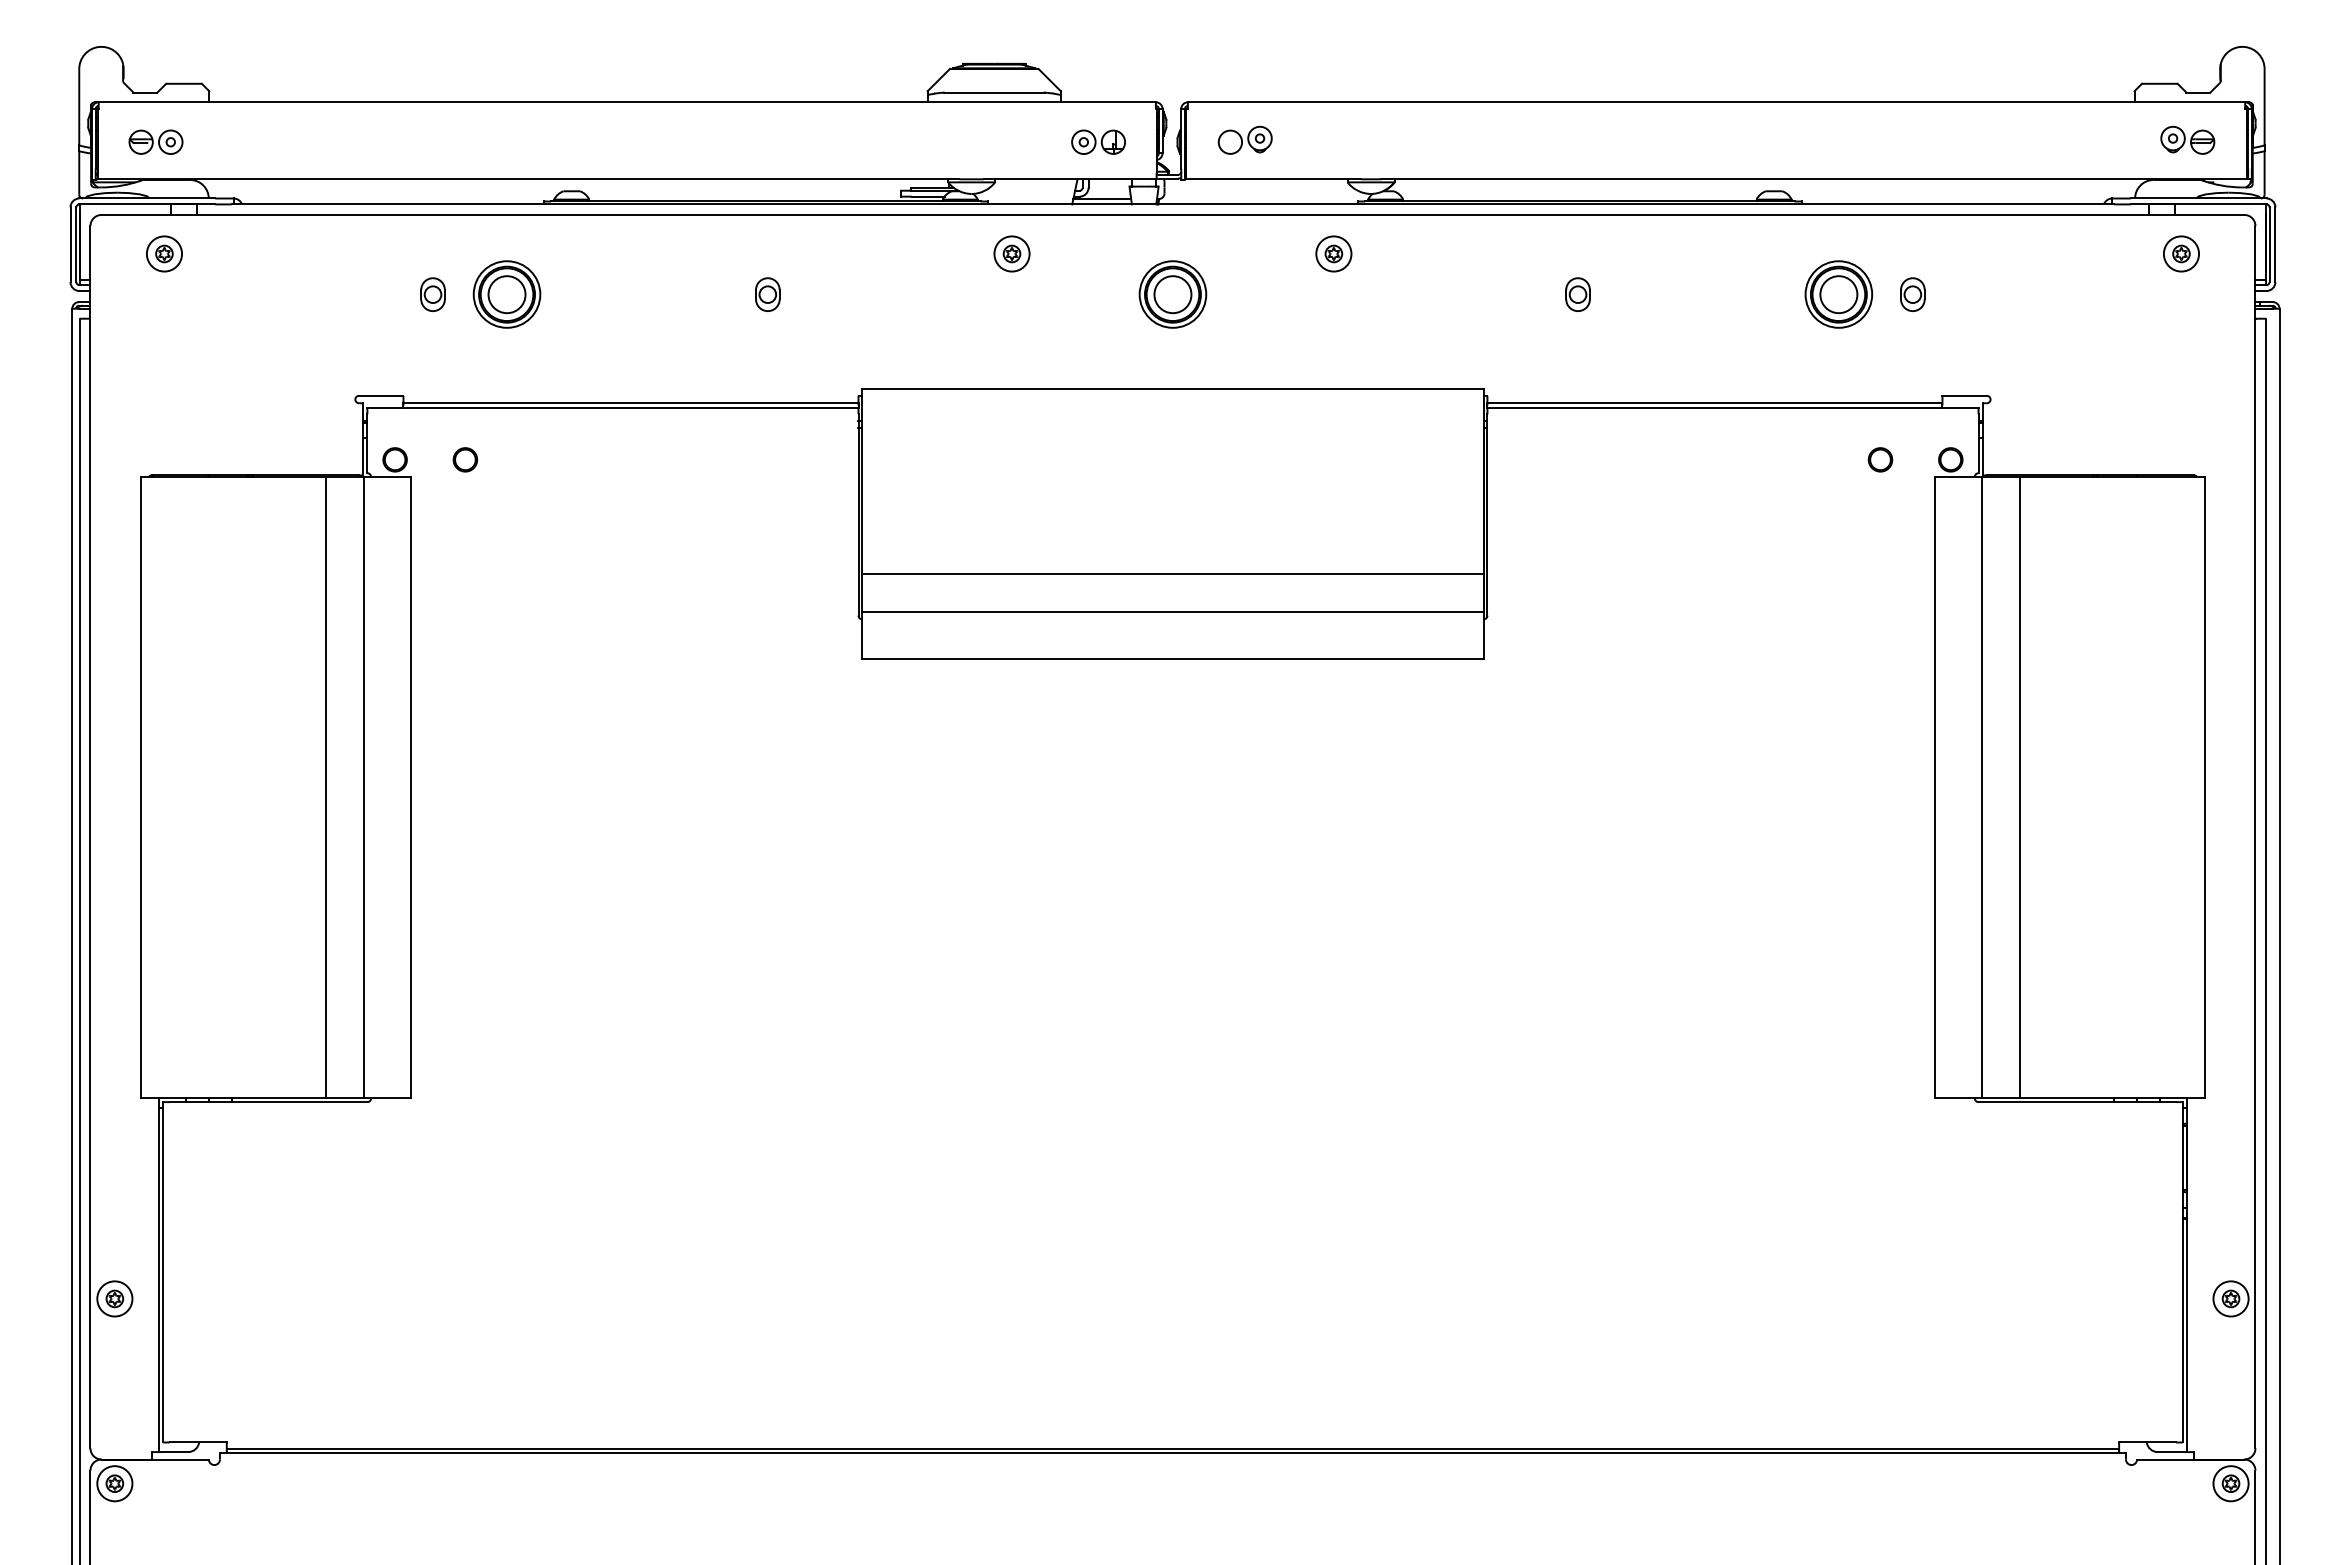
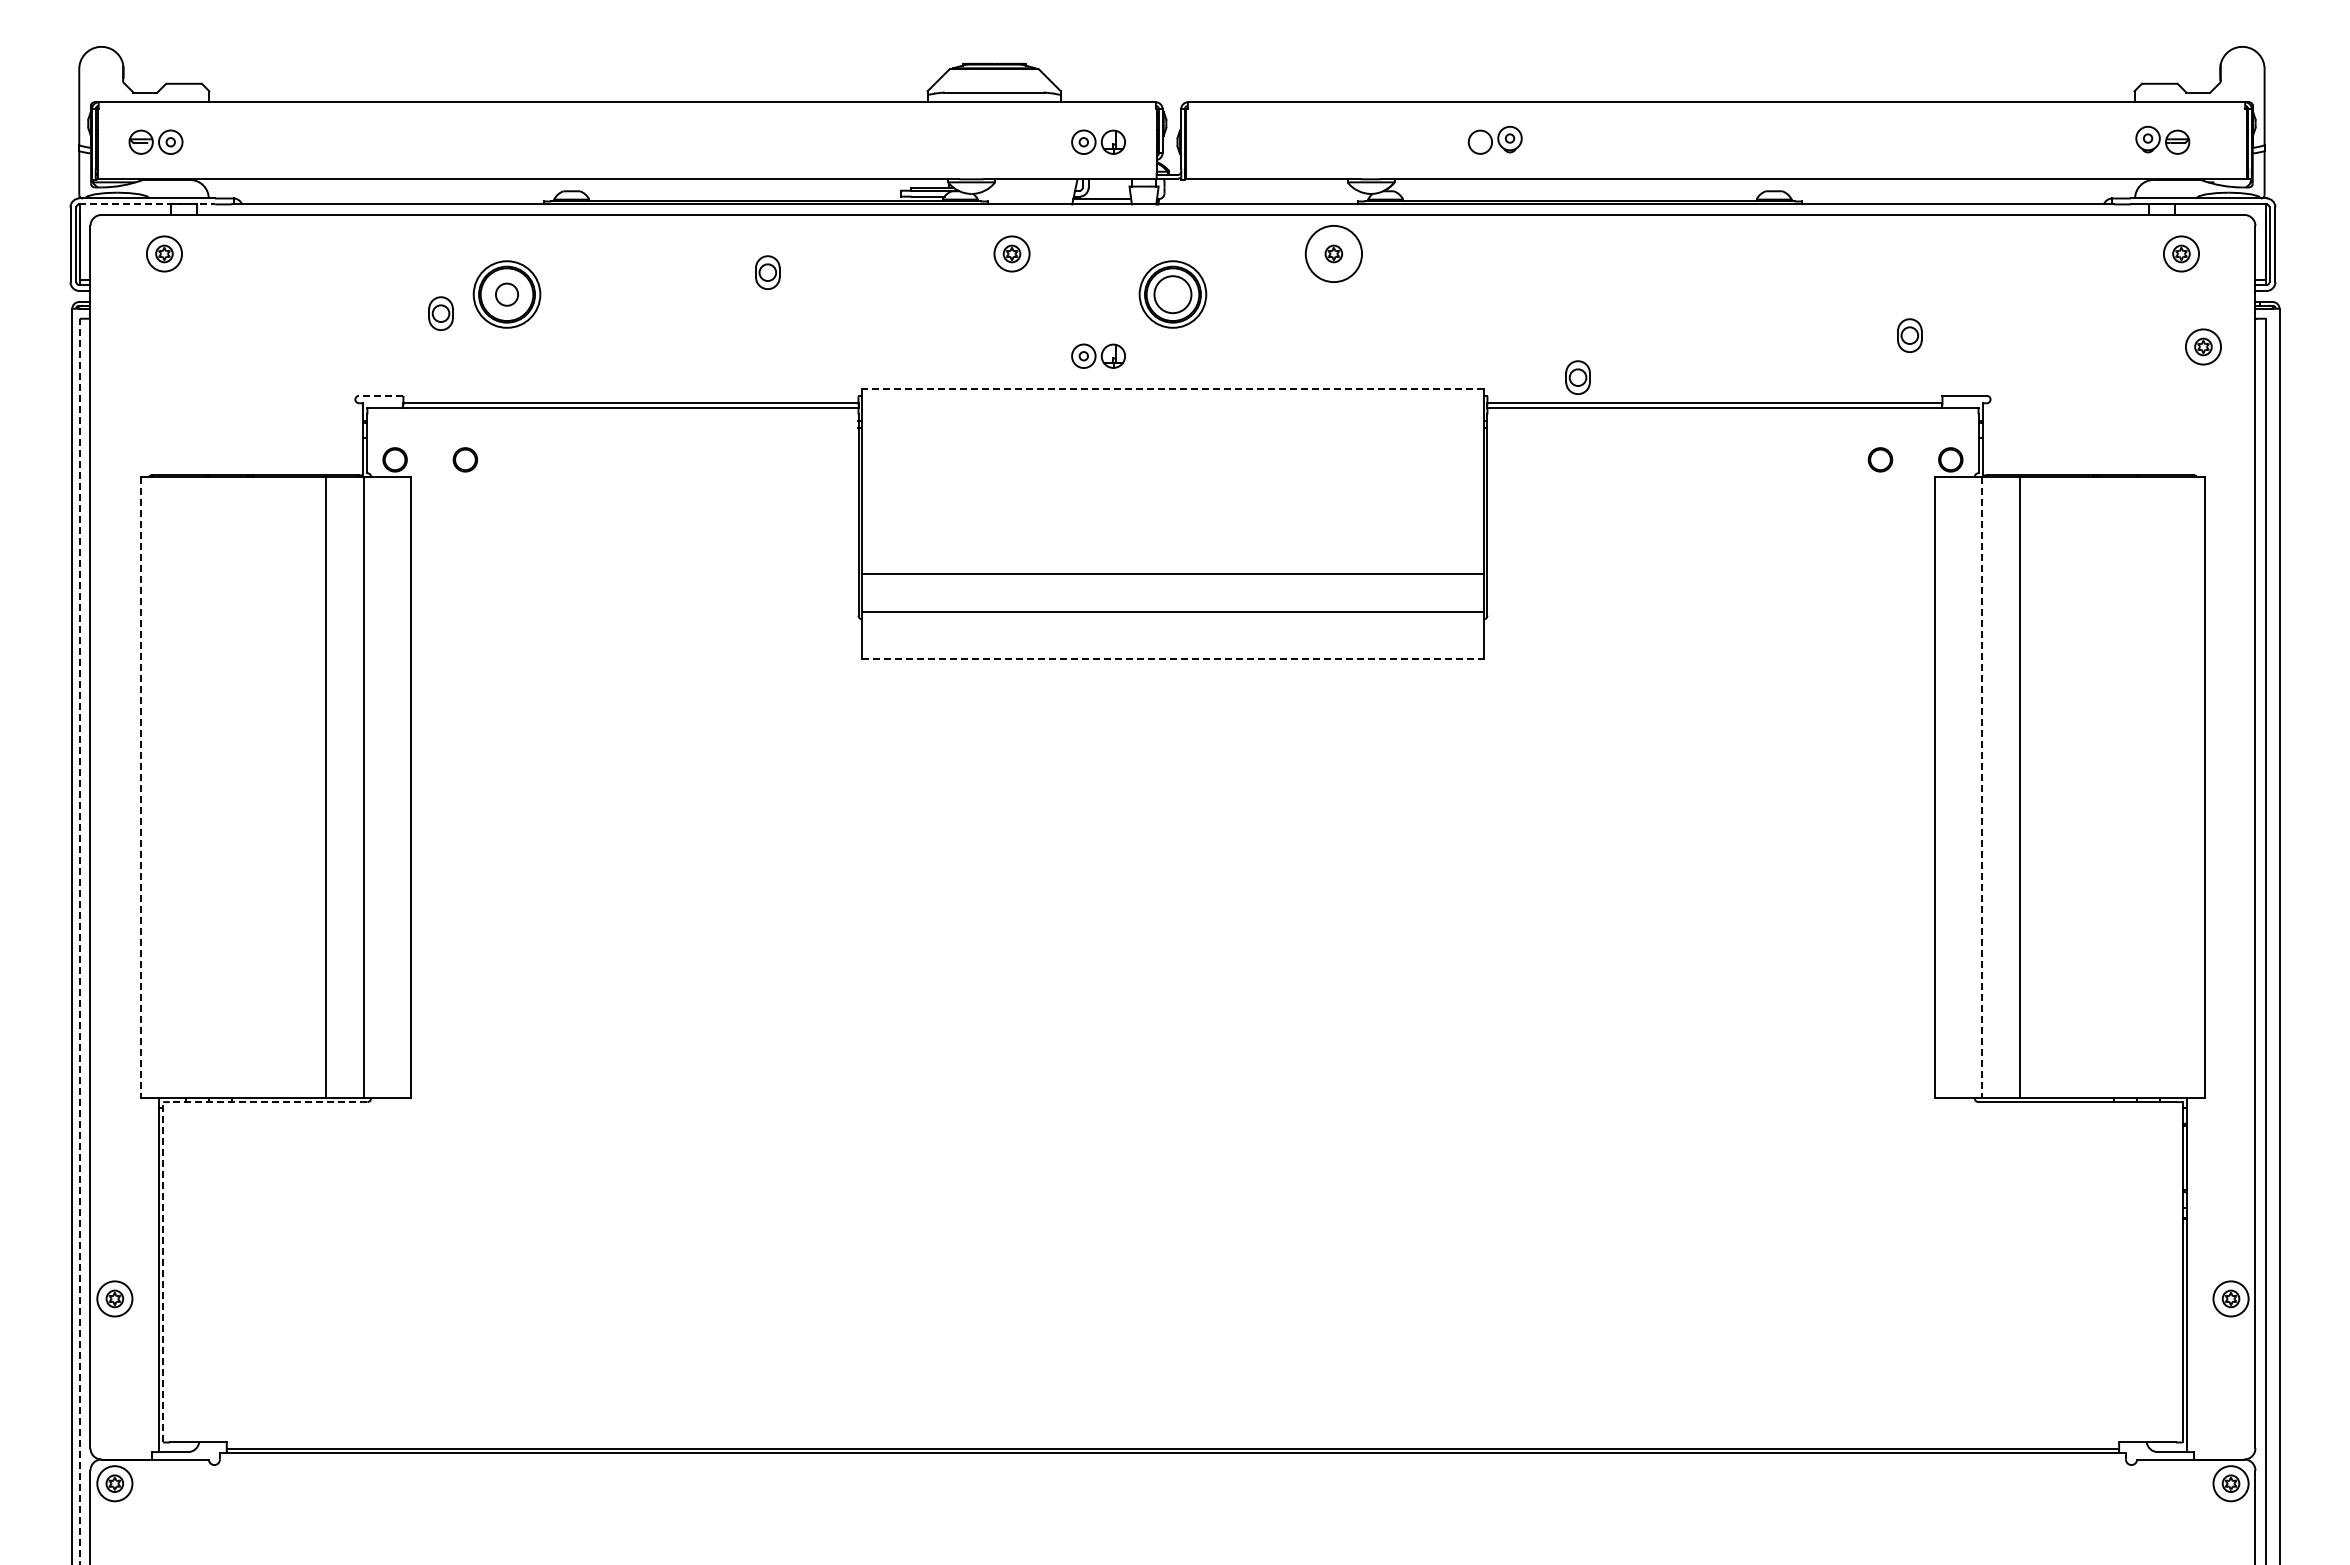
part at (1244, 139) position: (1244, 139) -> (1494, 139)
part at (2187, 139) position: (2187, 139) -> (2162, 139)
line at (147, 204): solid -> dashed
circle at (1333, 253) diameter: 35 px -> 56 px
part at (432, 294) position: (432, 294) -> (440, 313)
circle at (506, 294) diameter: 37 px -> 22 px
part at (767, 294) position: (767, 294) -> (767, 272)
part at (1577, 294) position: (1577, 294) -> (1577, 377)
part at (1838, 294): present -> none
part at (1912, 294) position: (1912, 294) -> (1909, 335)
part at (2203, 346): none -> present
part at (1098, 355): none -> present
line at (1172, 389): solid -> dashed
line at (380, 395): solid -> dashed
line at (1172, 658): solid -> dashed
line at (141, 787): solid -> dashed
line at (1982, 787): solid -> dashed
line at (79, 941): solid -> dashed
line at (268, 1102): solid -> dashed
line at (163, 1271): solid -> dashed
